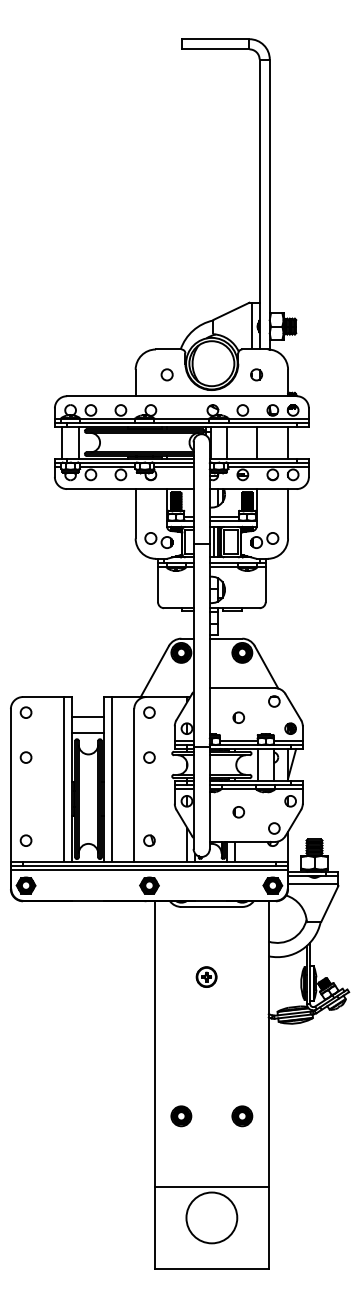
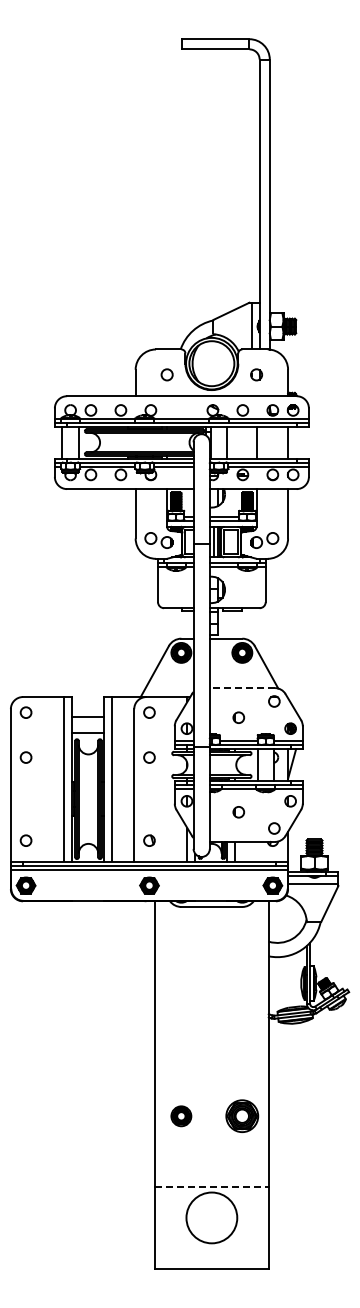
line at (242, 688): solid -> dashed
part at (206, 976): present -> none
part at (242, 1116) size: 23x23 px -> 35x34 px
line at (211, 1187): solid -> dashed
